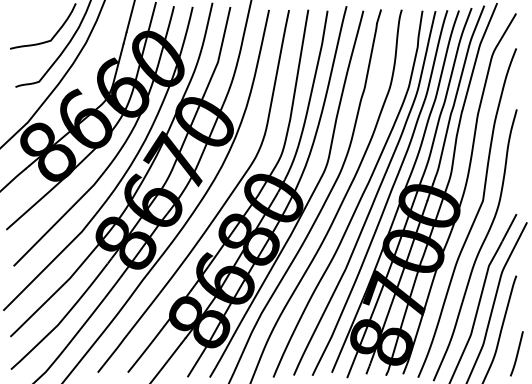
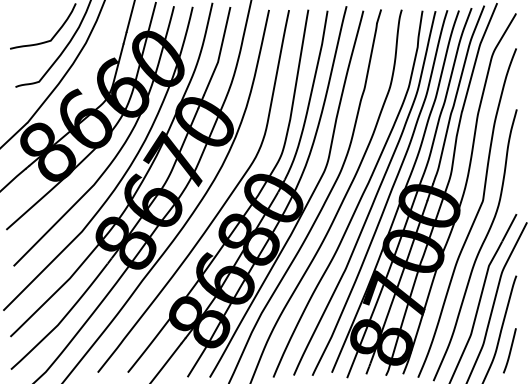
line at (516, 353) position: (516, 353) -> (509, 350)
